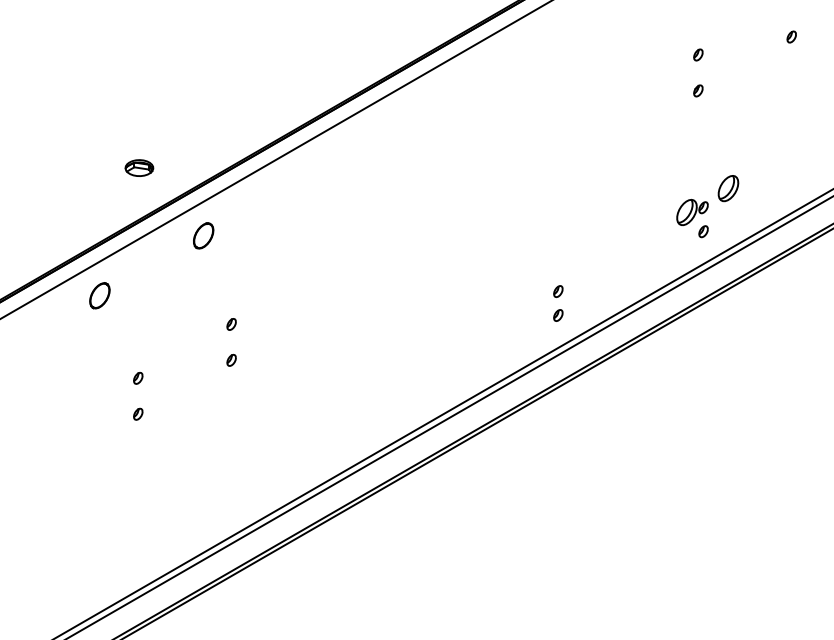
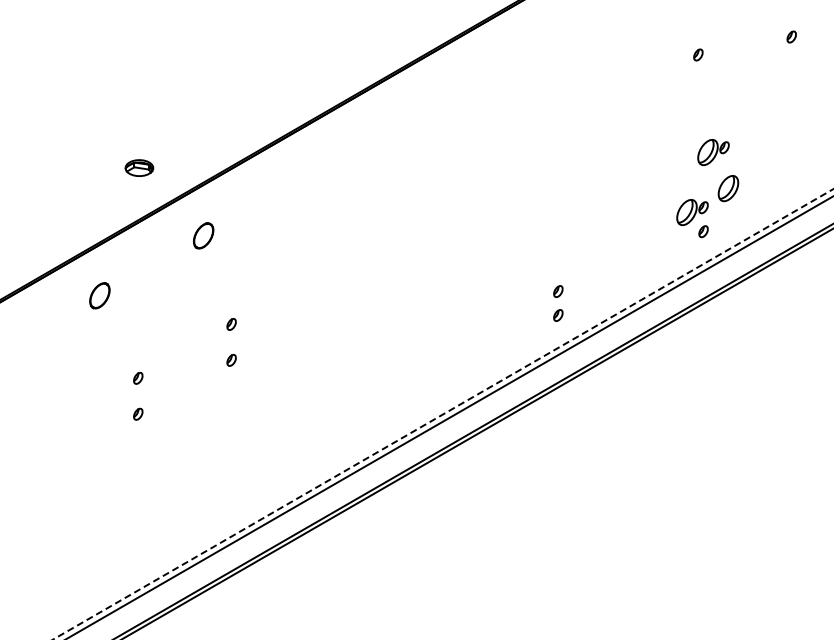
part at (698, 90): present -> none
part at (713, 152): none -> present
line at (275, 159): present -> none
line at (442, 414): solid -> dashed
